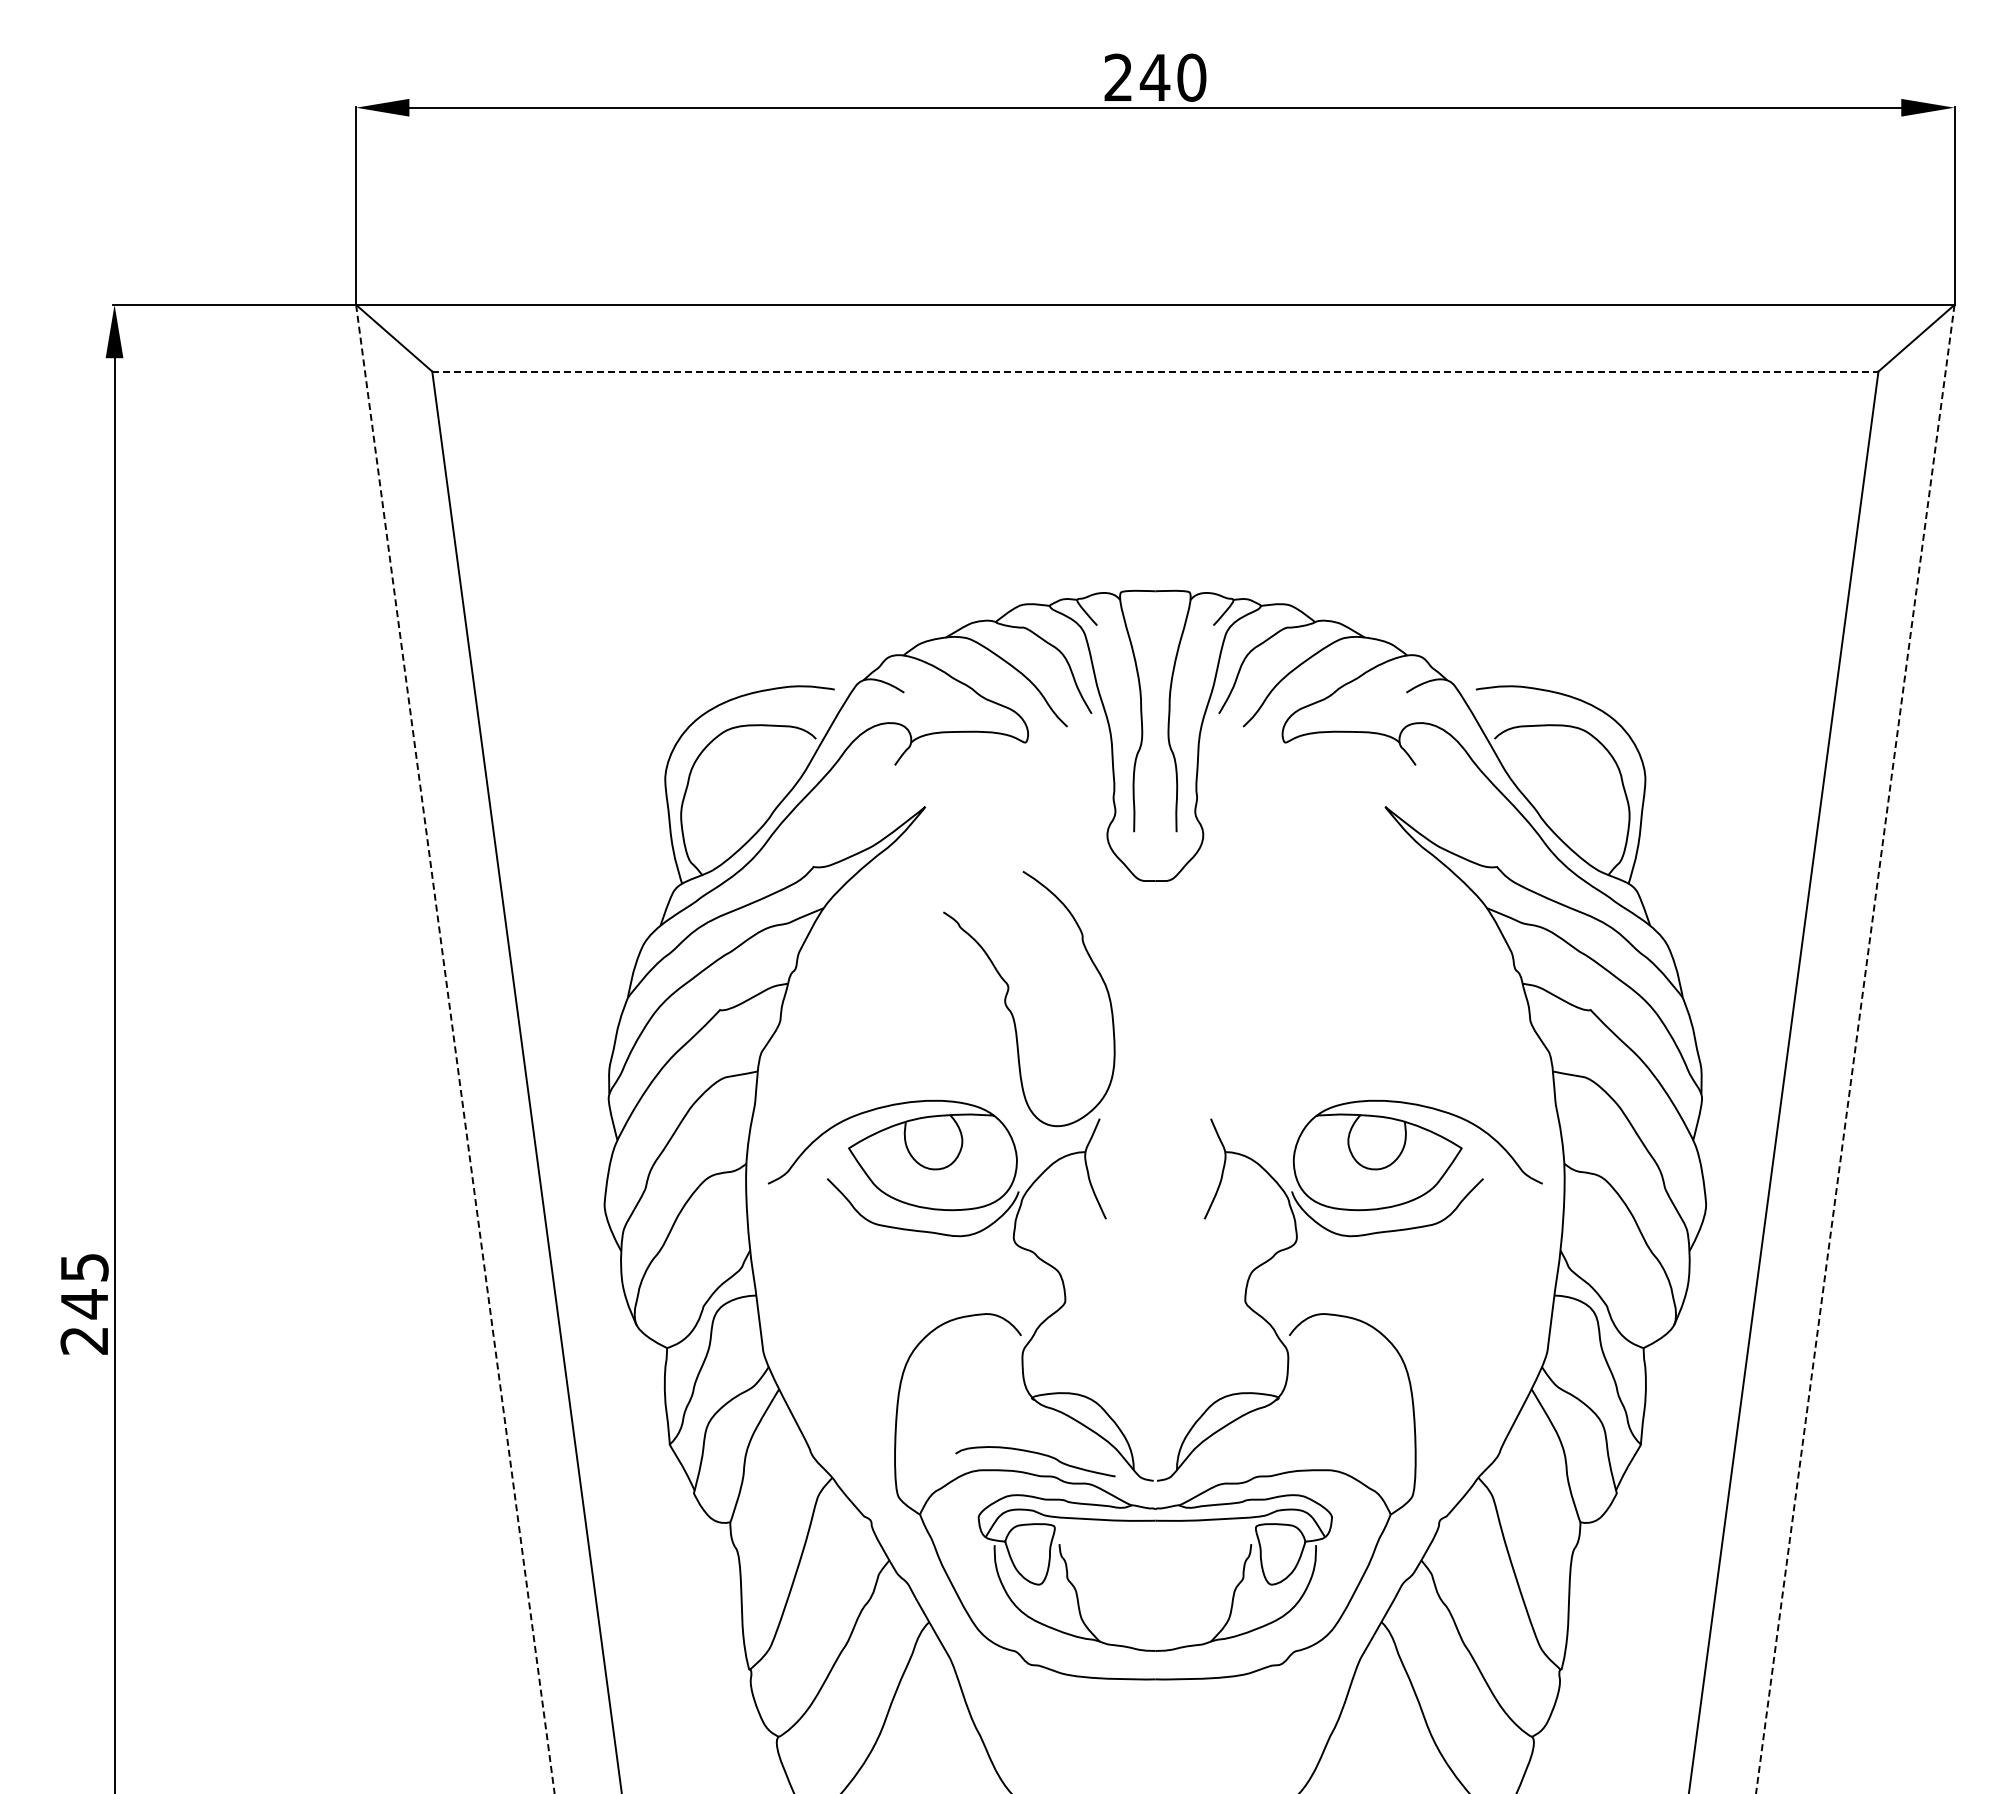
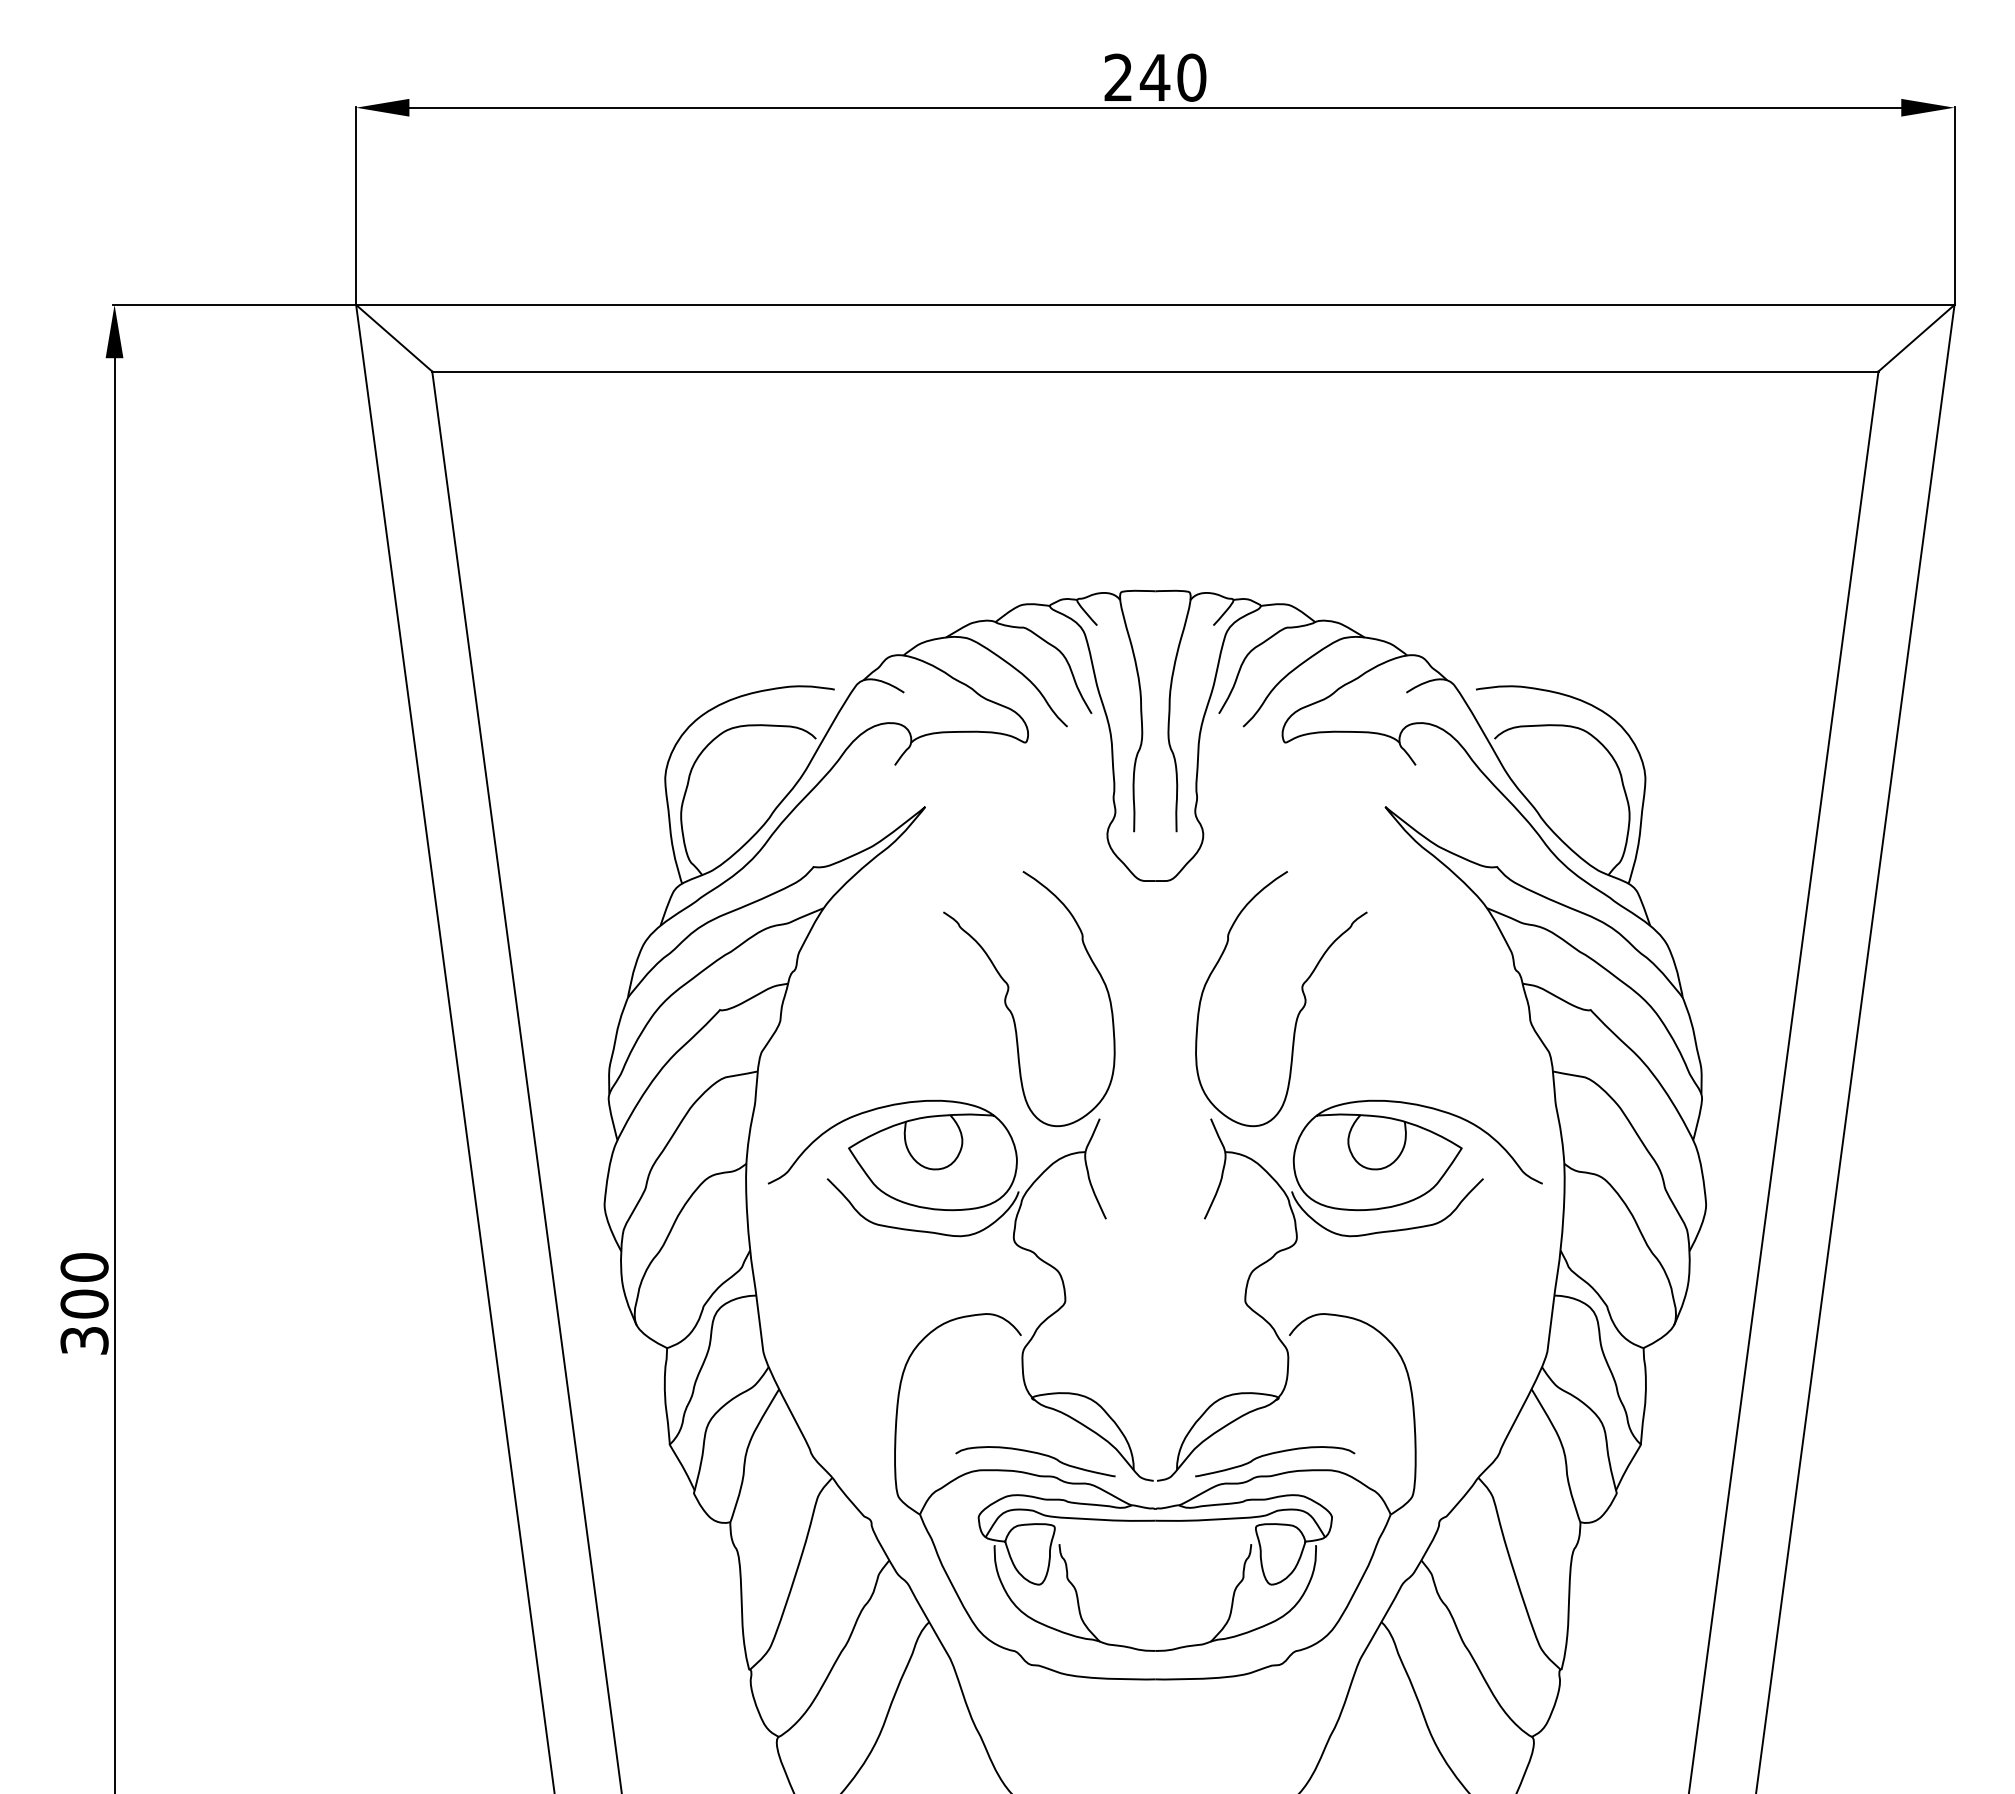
line at (1155, 371): dashed -> solid
curve at (1299, 1010): none -> present
line at (455, 1049): dashed -> solid
line at (1855, 1049): dashed -> solid
text at (84, 1303): 245 -> 300
curve at (1272, 1454): none -> present
